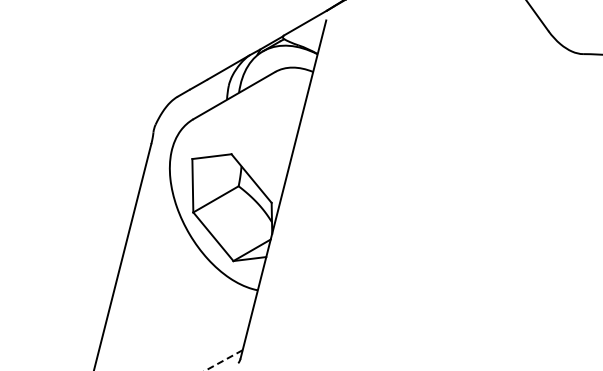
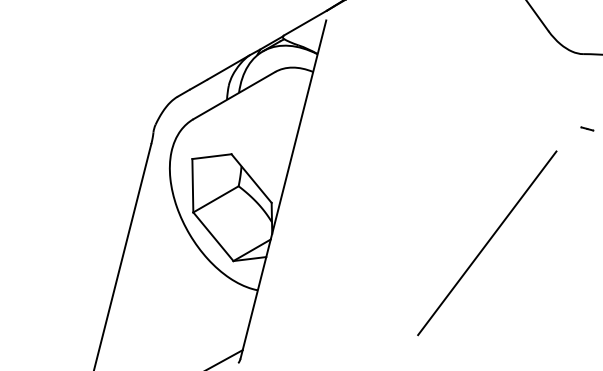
line at (587, 128): none -> present
line at (487, 243): none -> present
line at (223, 360): dashed -> solid
